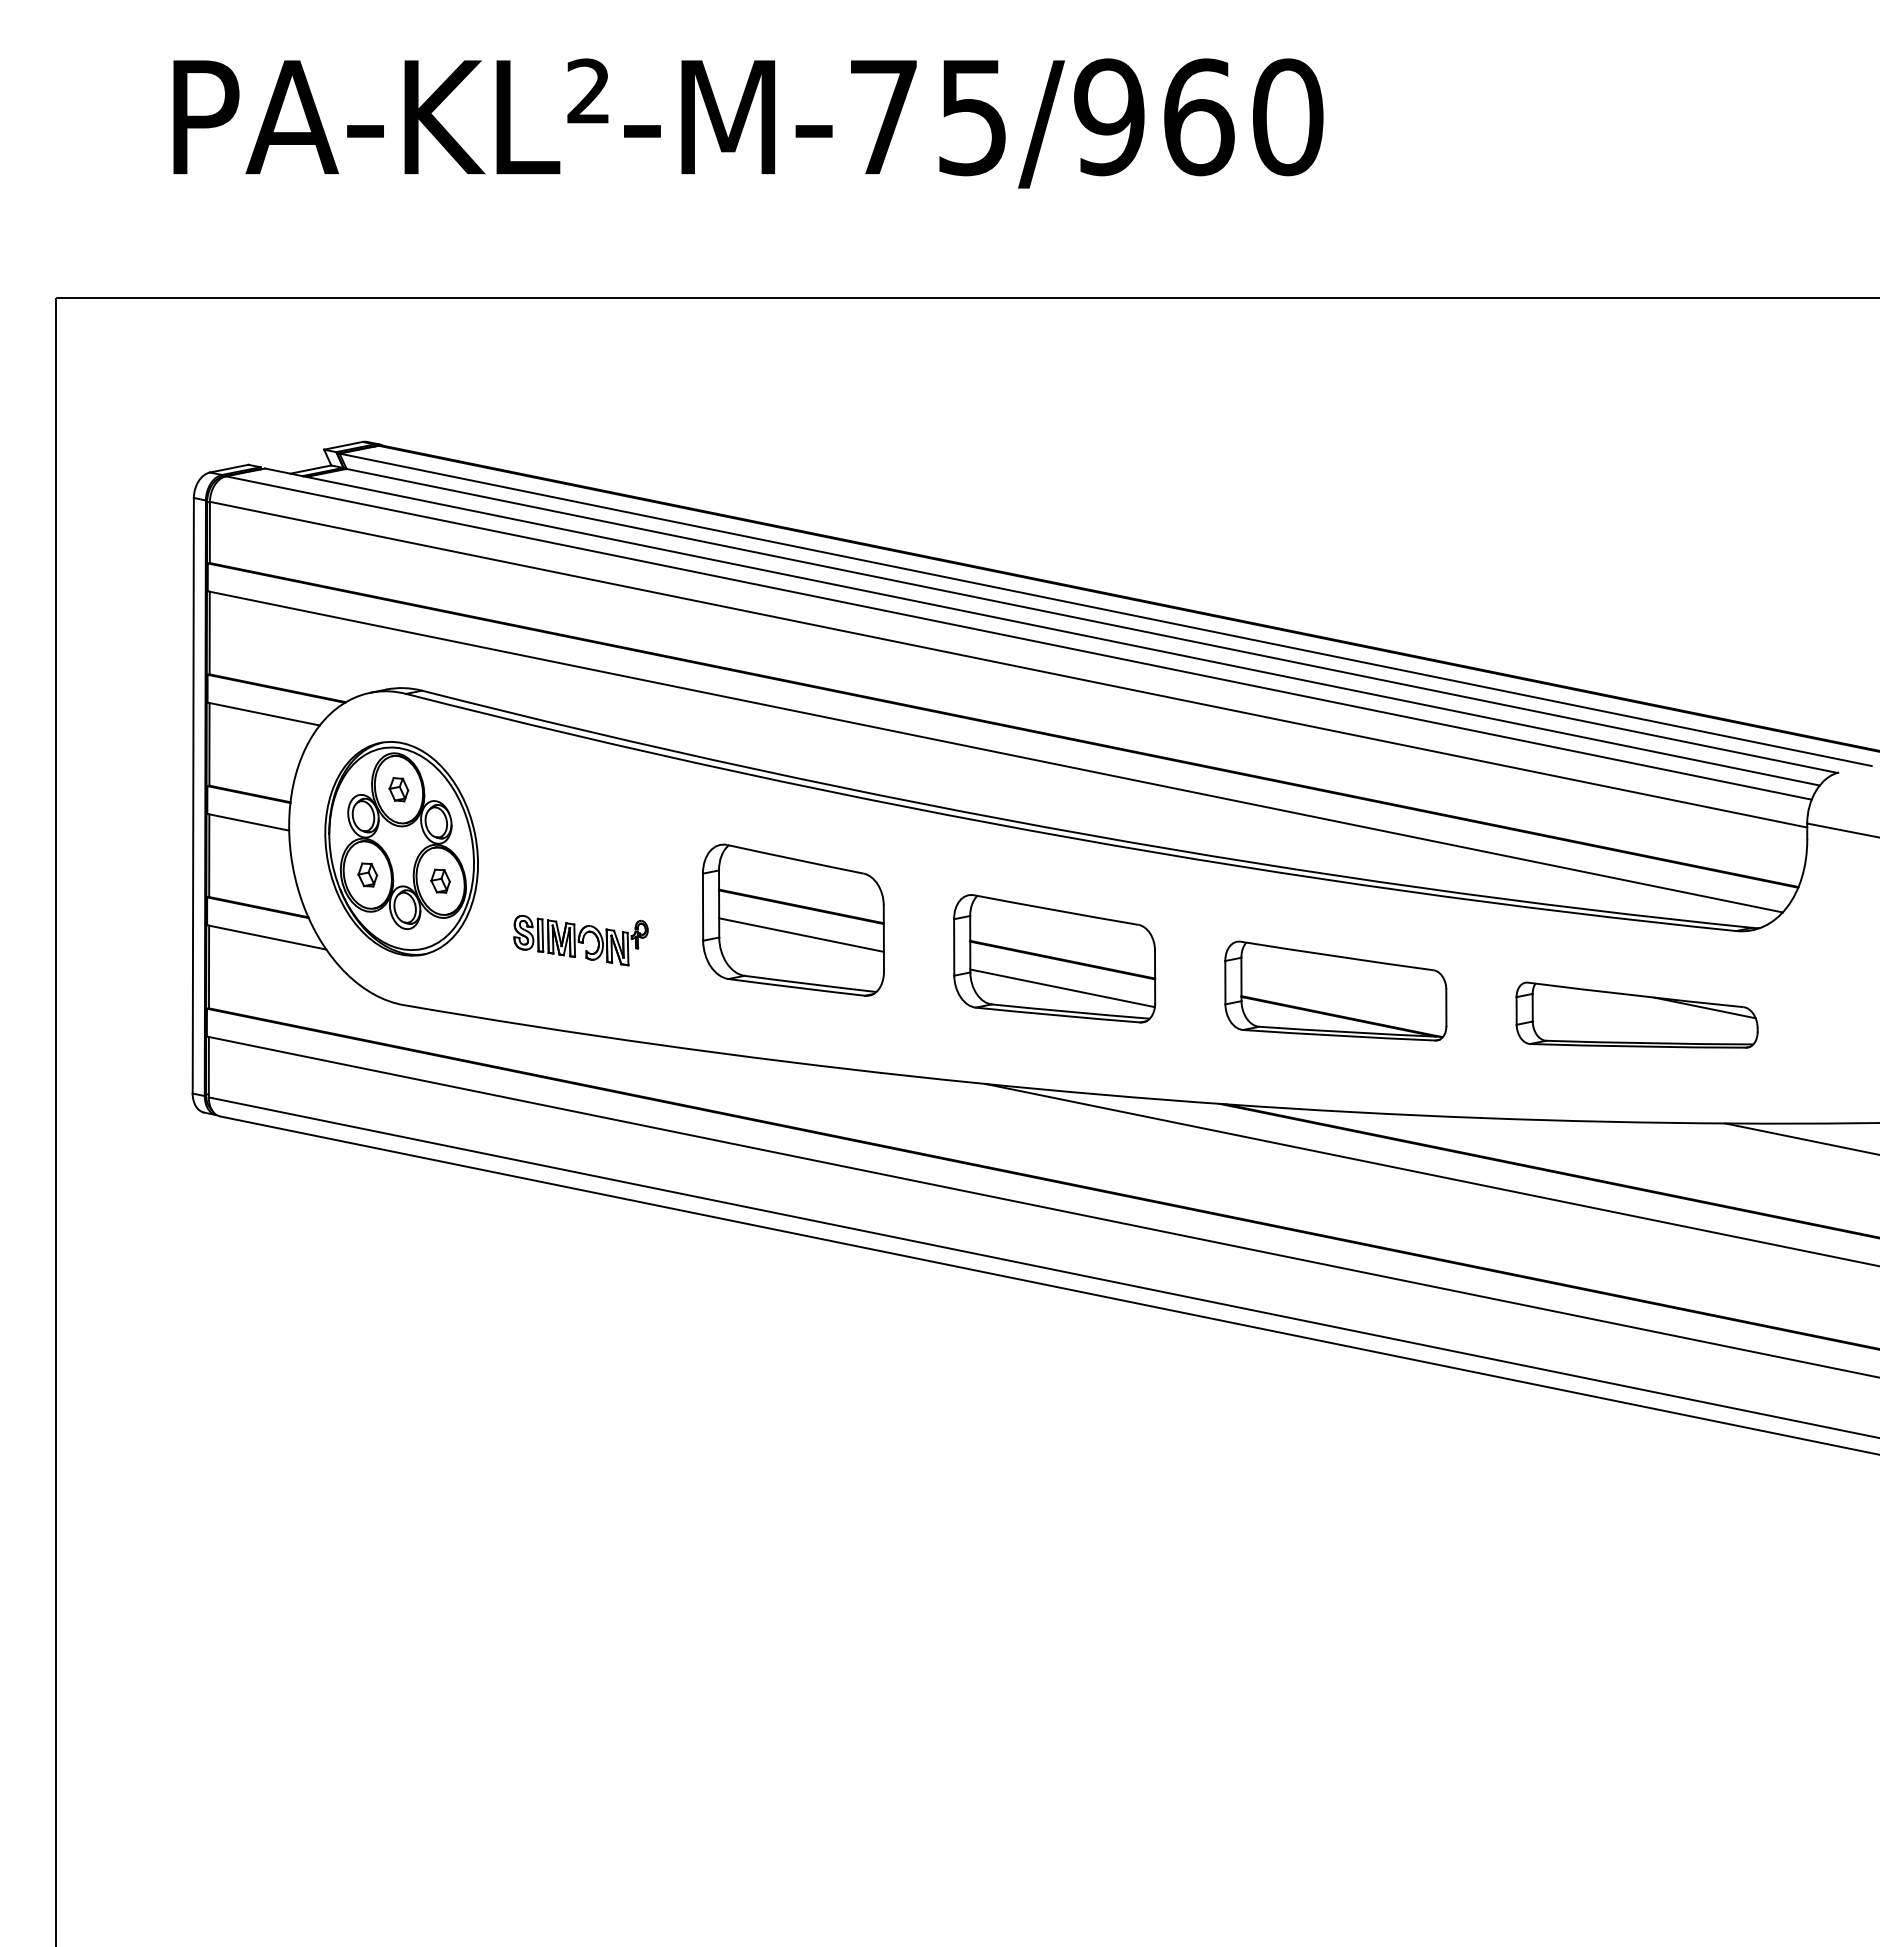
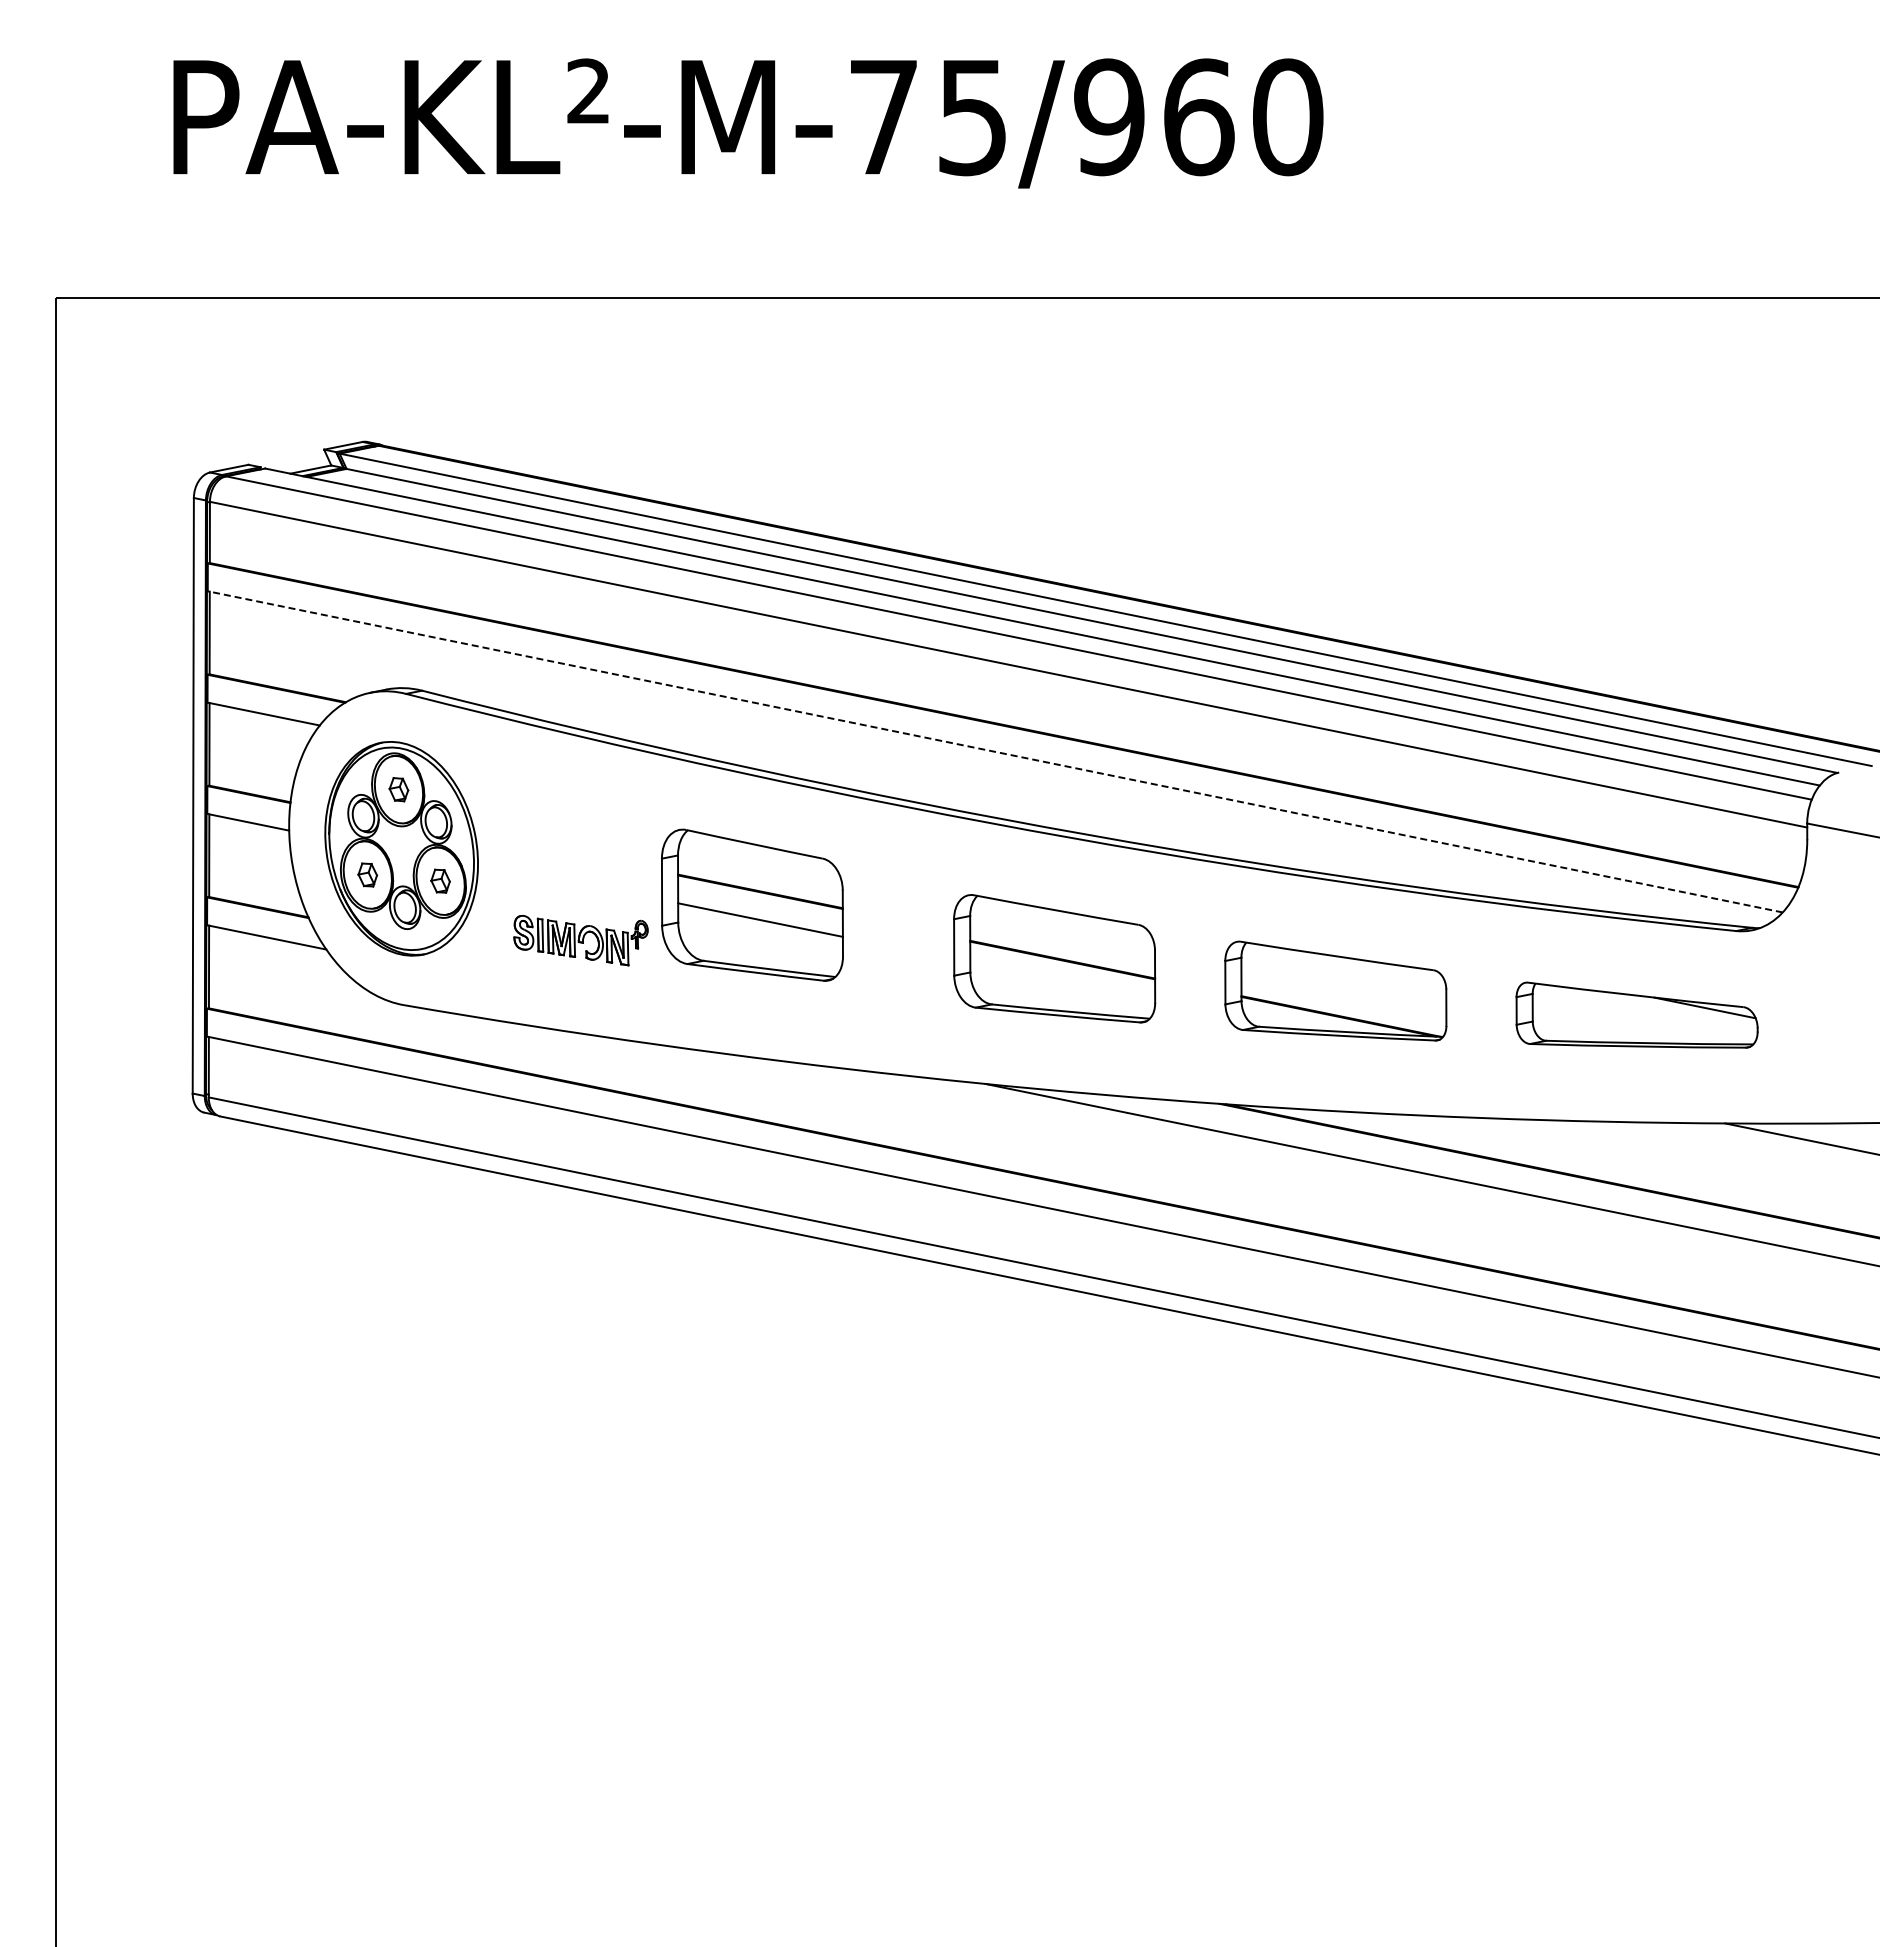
line at (995, 751): solid -> dashed
part at (793, 919) position: (793, 919) -> (752, 904)
line at (1062, 988): present -> none
